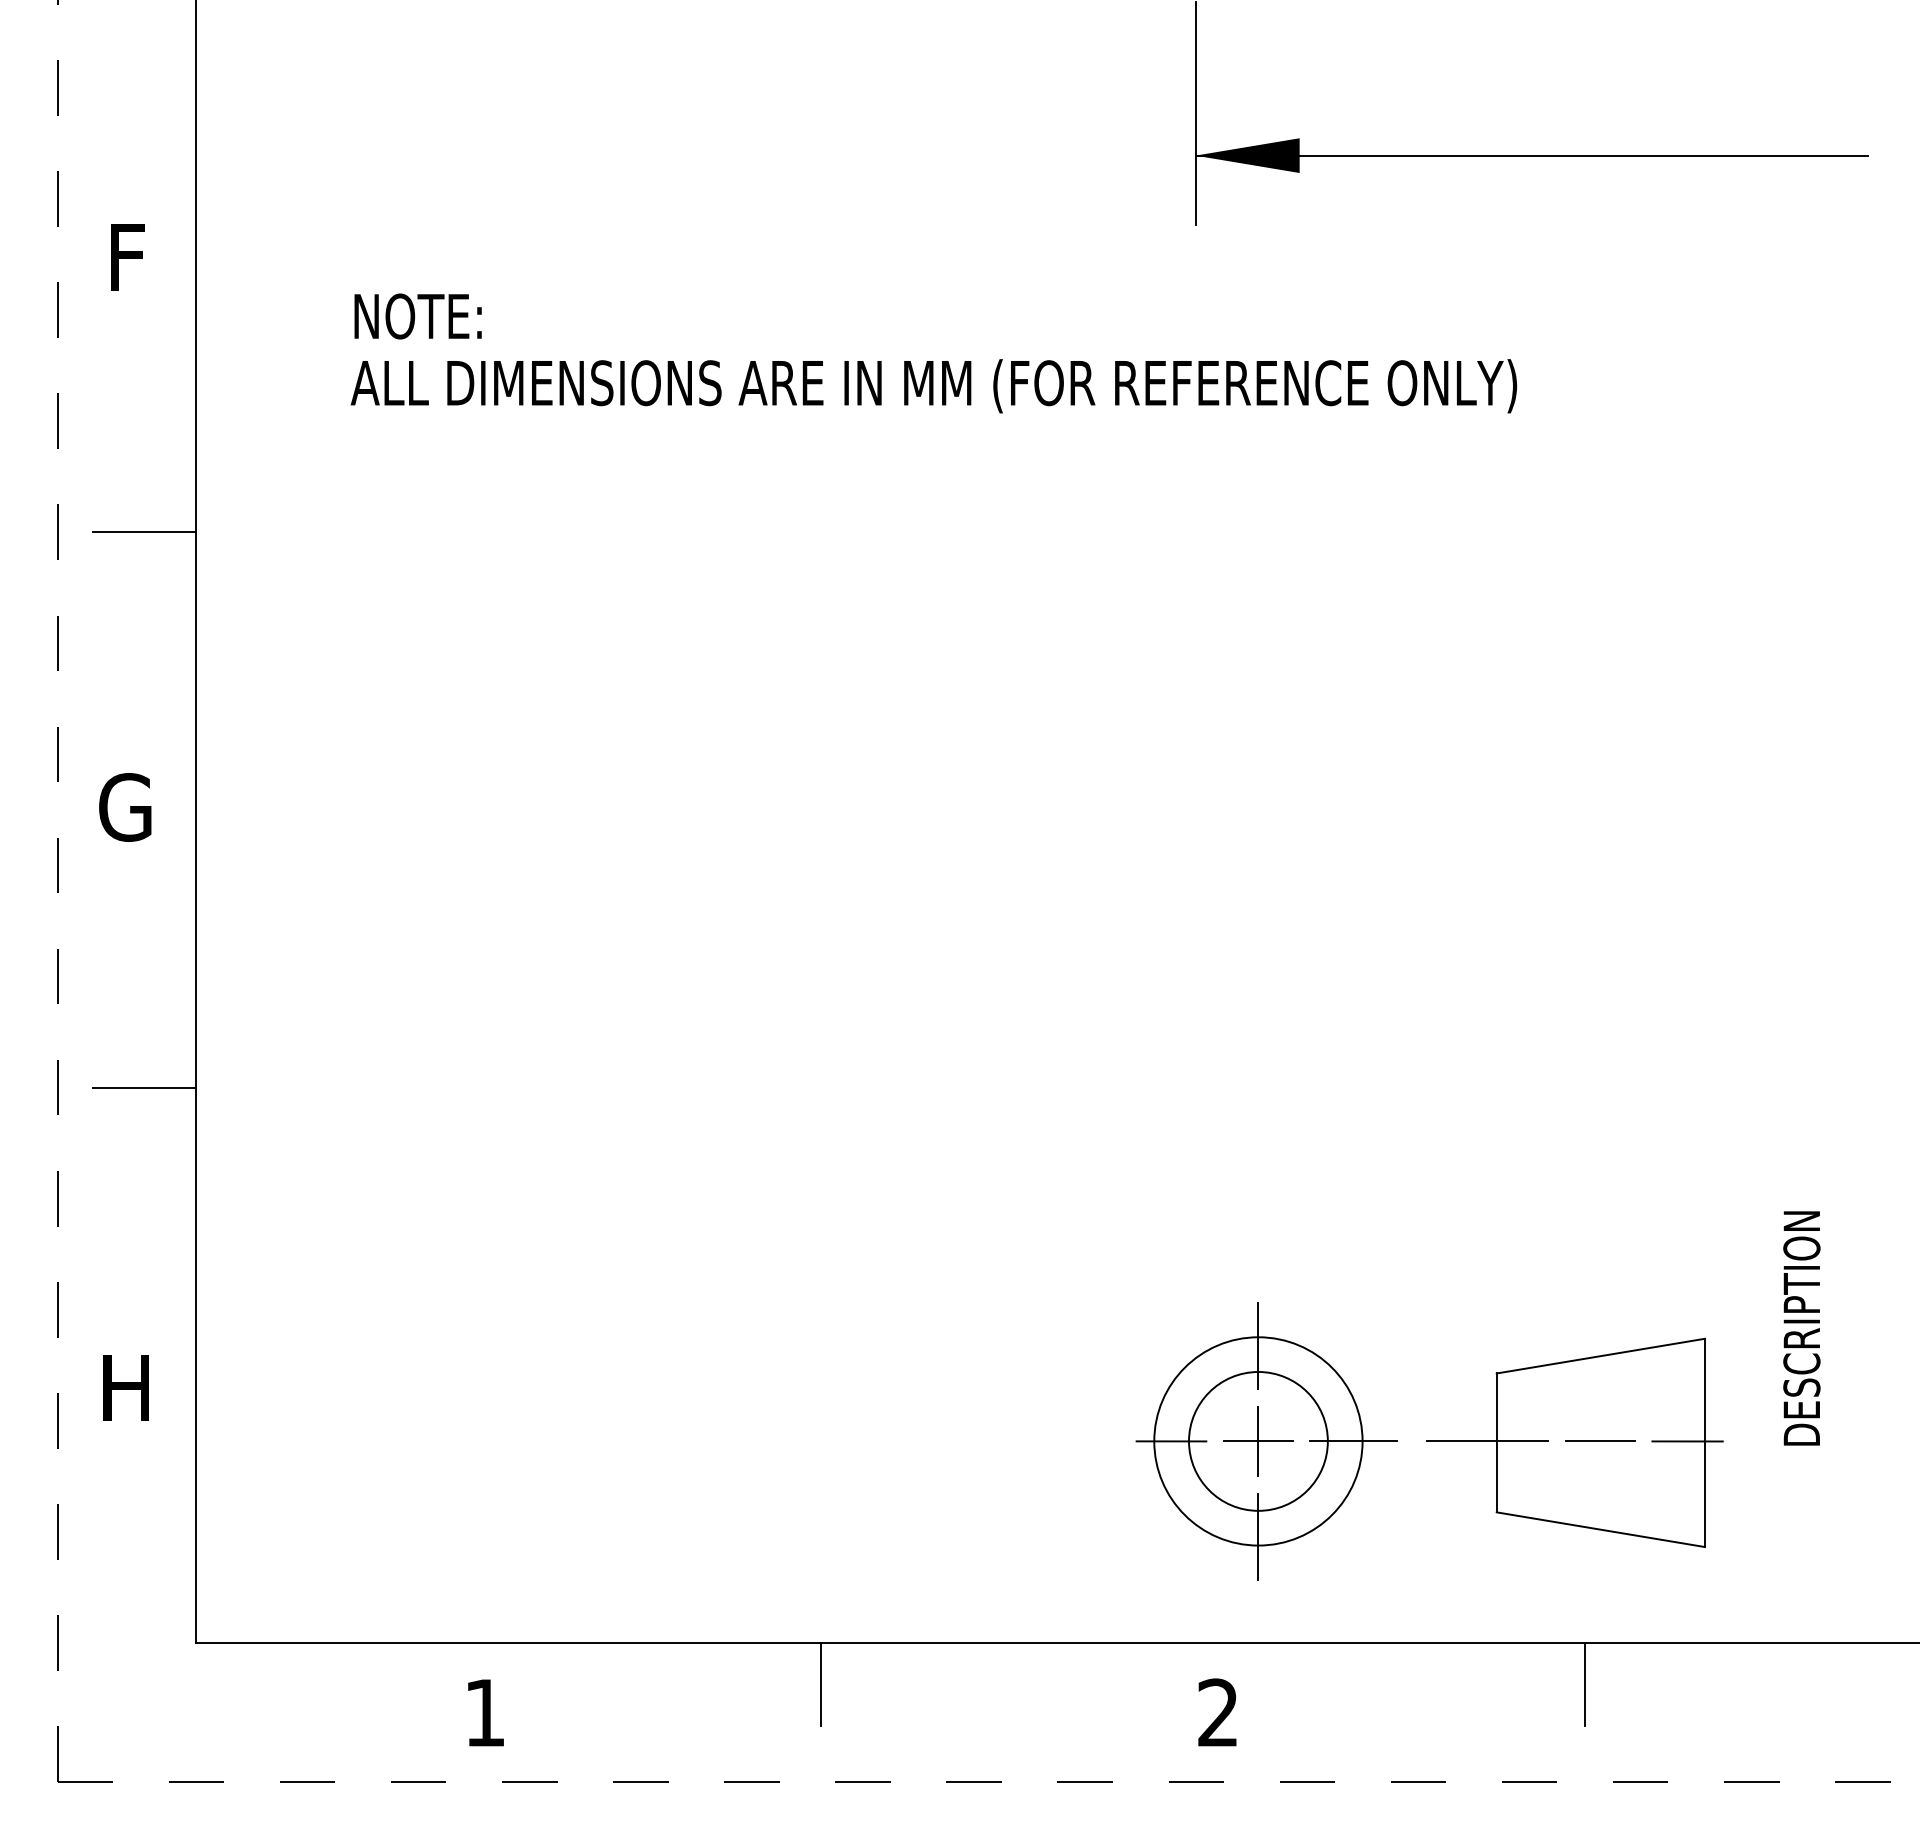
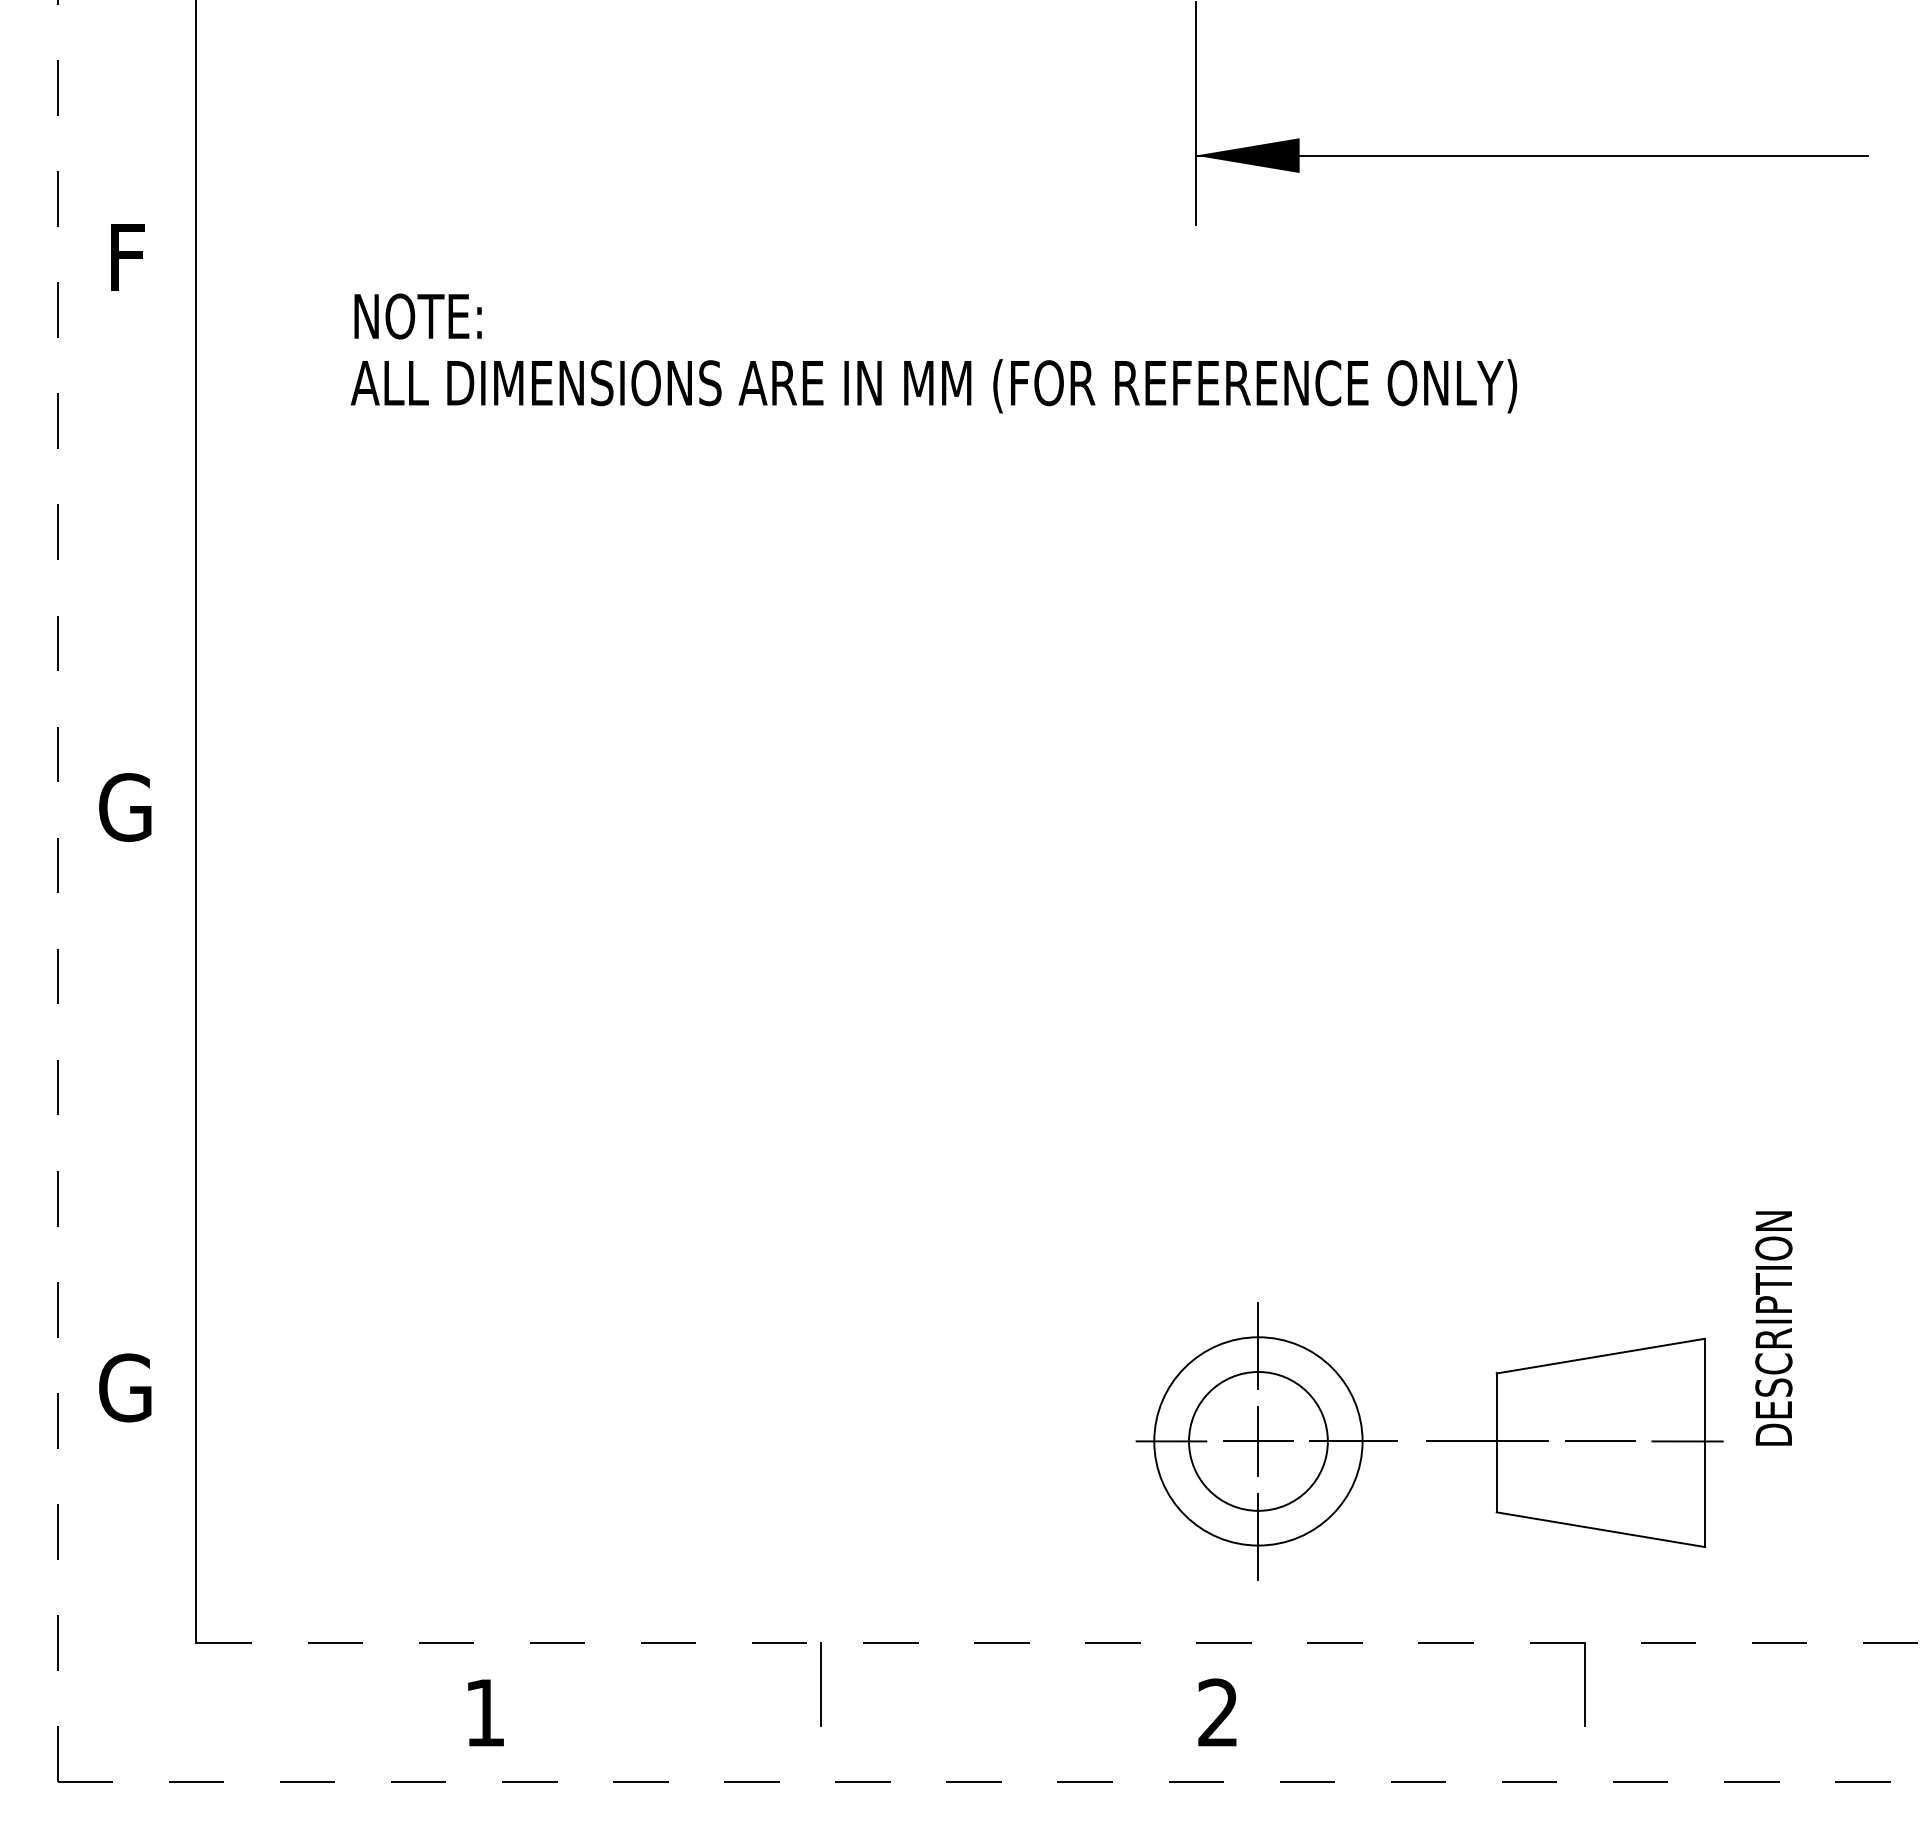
line at (144, 532): present -> none
line at (144, 1087): present -> none
text at (1801, 1328) position: (1801, 1328) -> (1773, 1328)
text at (125, 1387): H -> G
line at (1058, 1643): solid -> dashed
